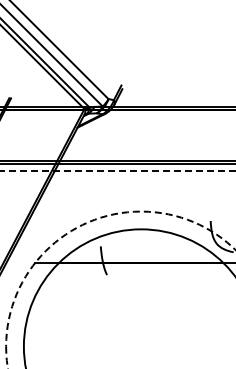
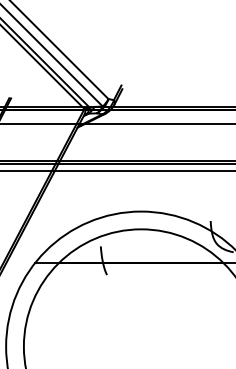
line at (117, 123): none -> present
line at (118, 171): dashed -> solid
circle at (120, 289): dashed -> solid
